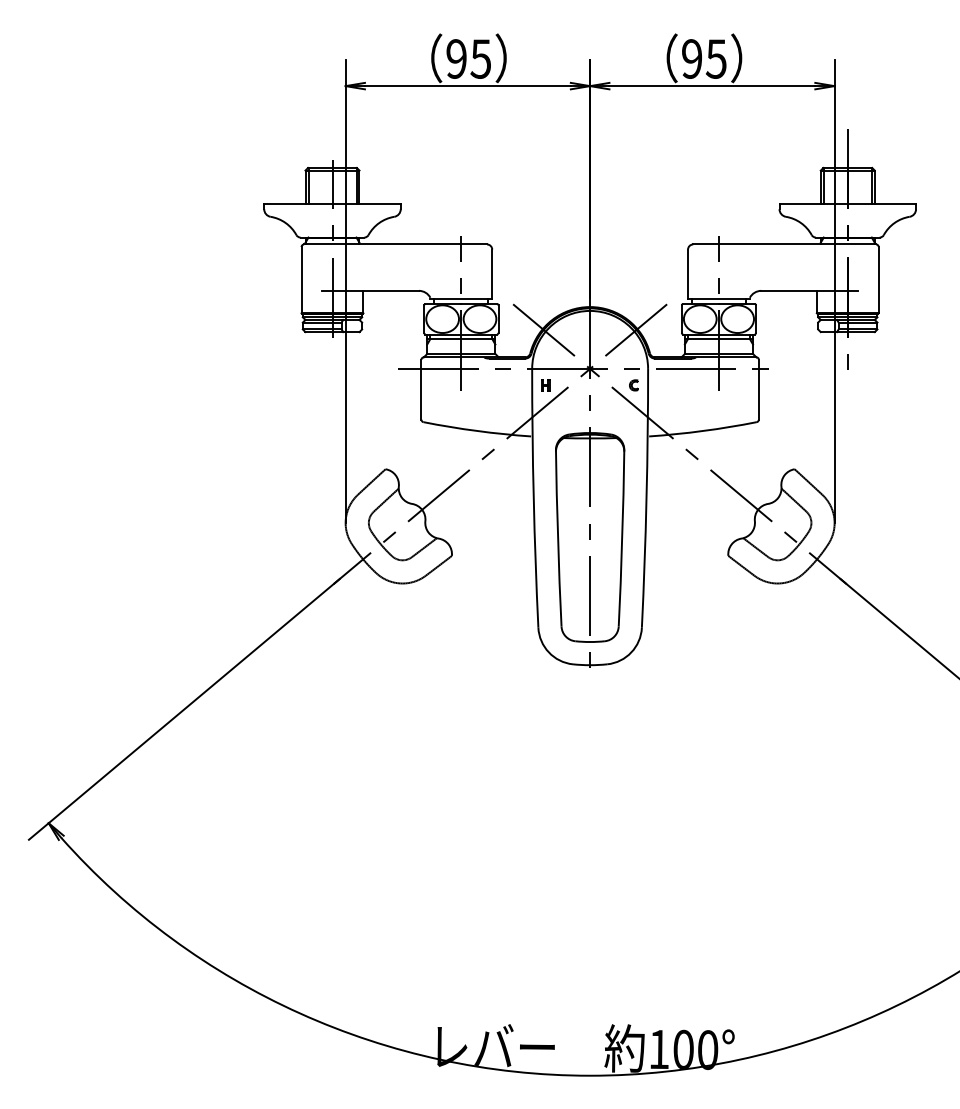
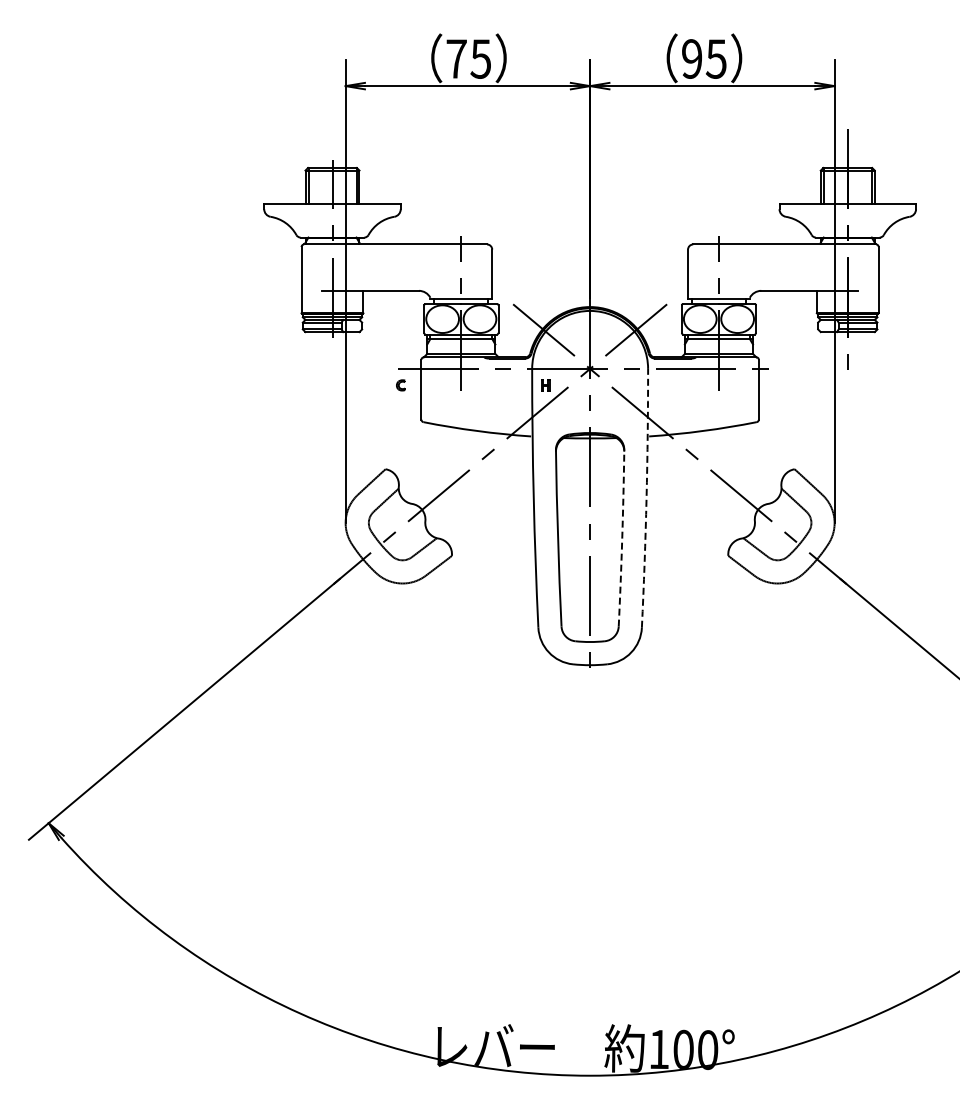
text at (456, 58): 95 -> 75
part at (633, 385) position: (633, 385) -> (400, 385)
arc at (646, 498): solid -> dashed
arc at (622, 538): solid -> dashed
